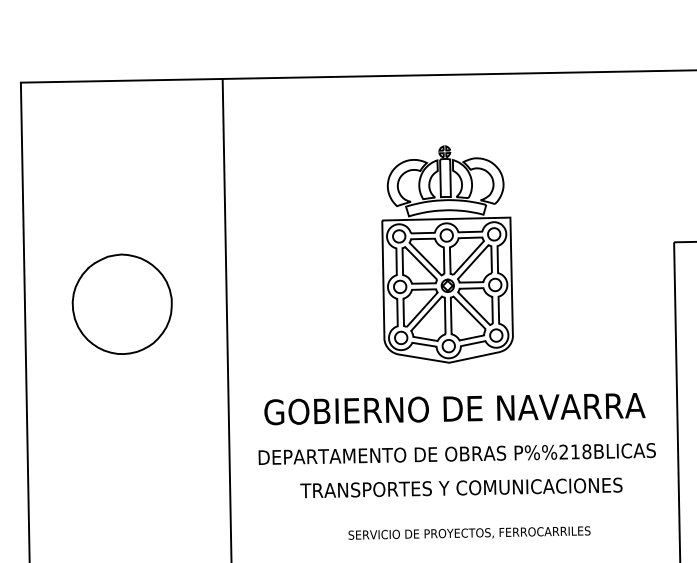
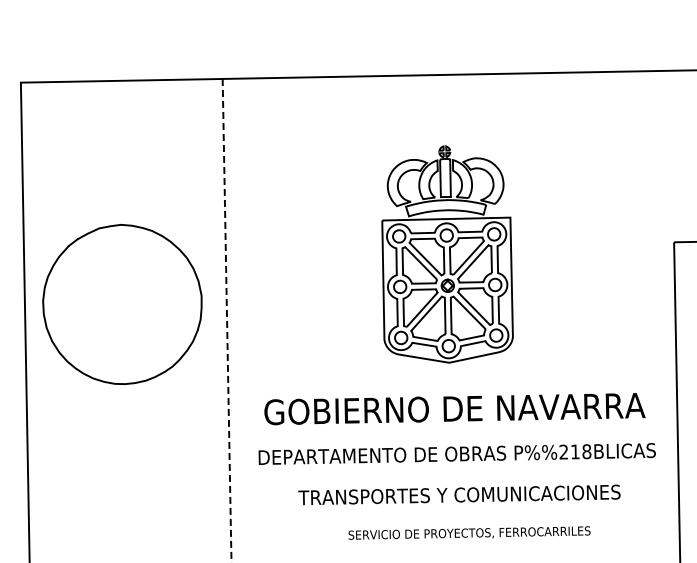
part at (121, 303) size: 102x102 px -> 161x161 px
line at (227, 320): solid -> dashed
text at (461, 487) position: (461, 487) -> (459, 494)
